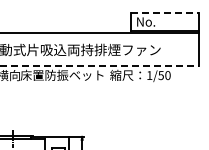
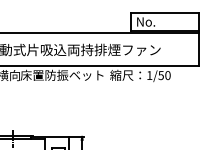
line at (165, 13): dashed -> solid
line at (99, 65): dashed -> solid
